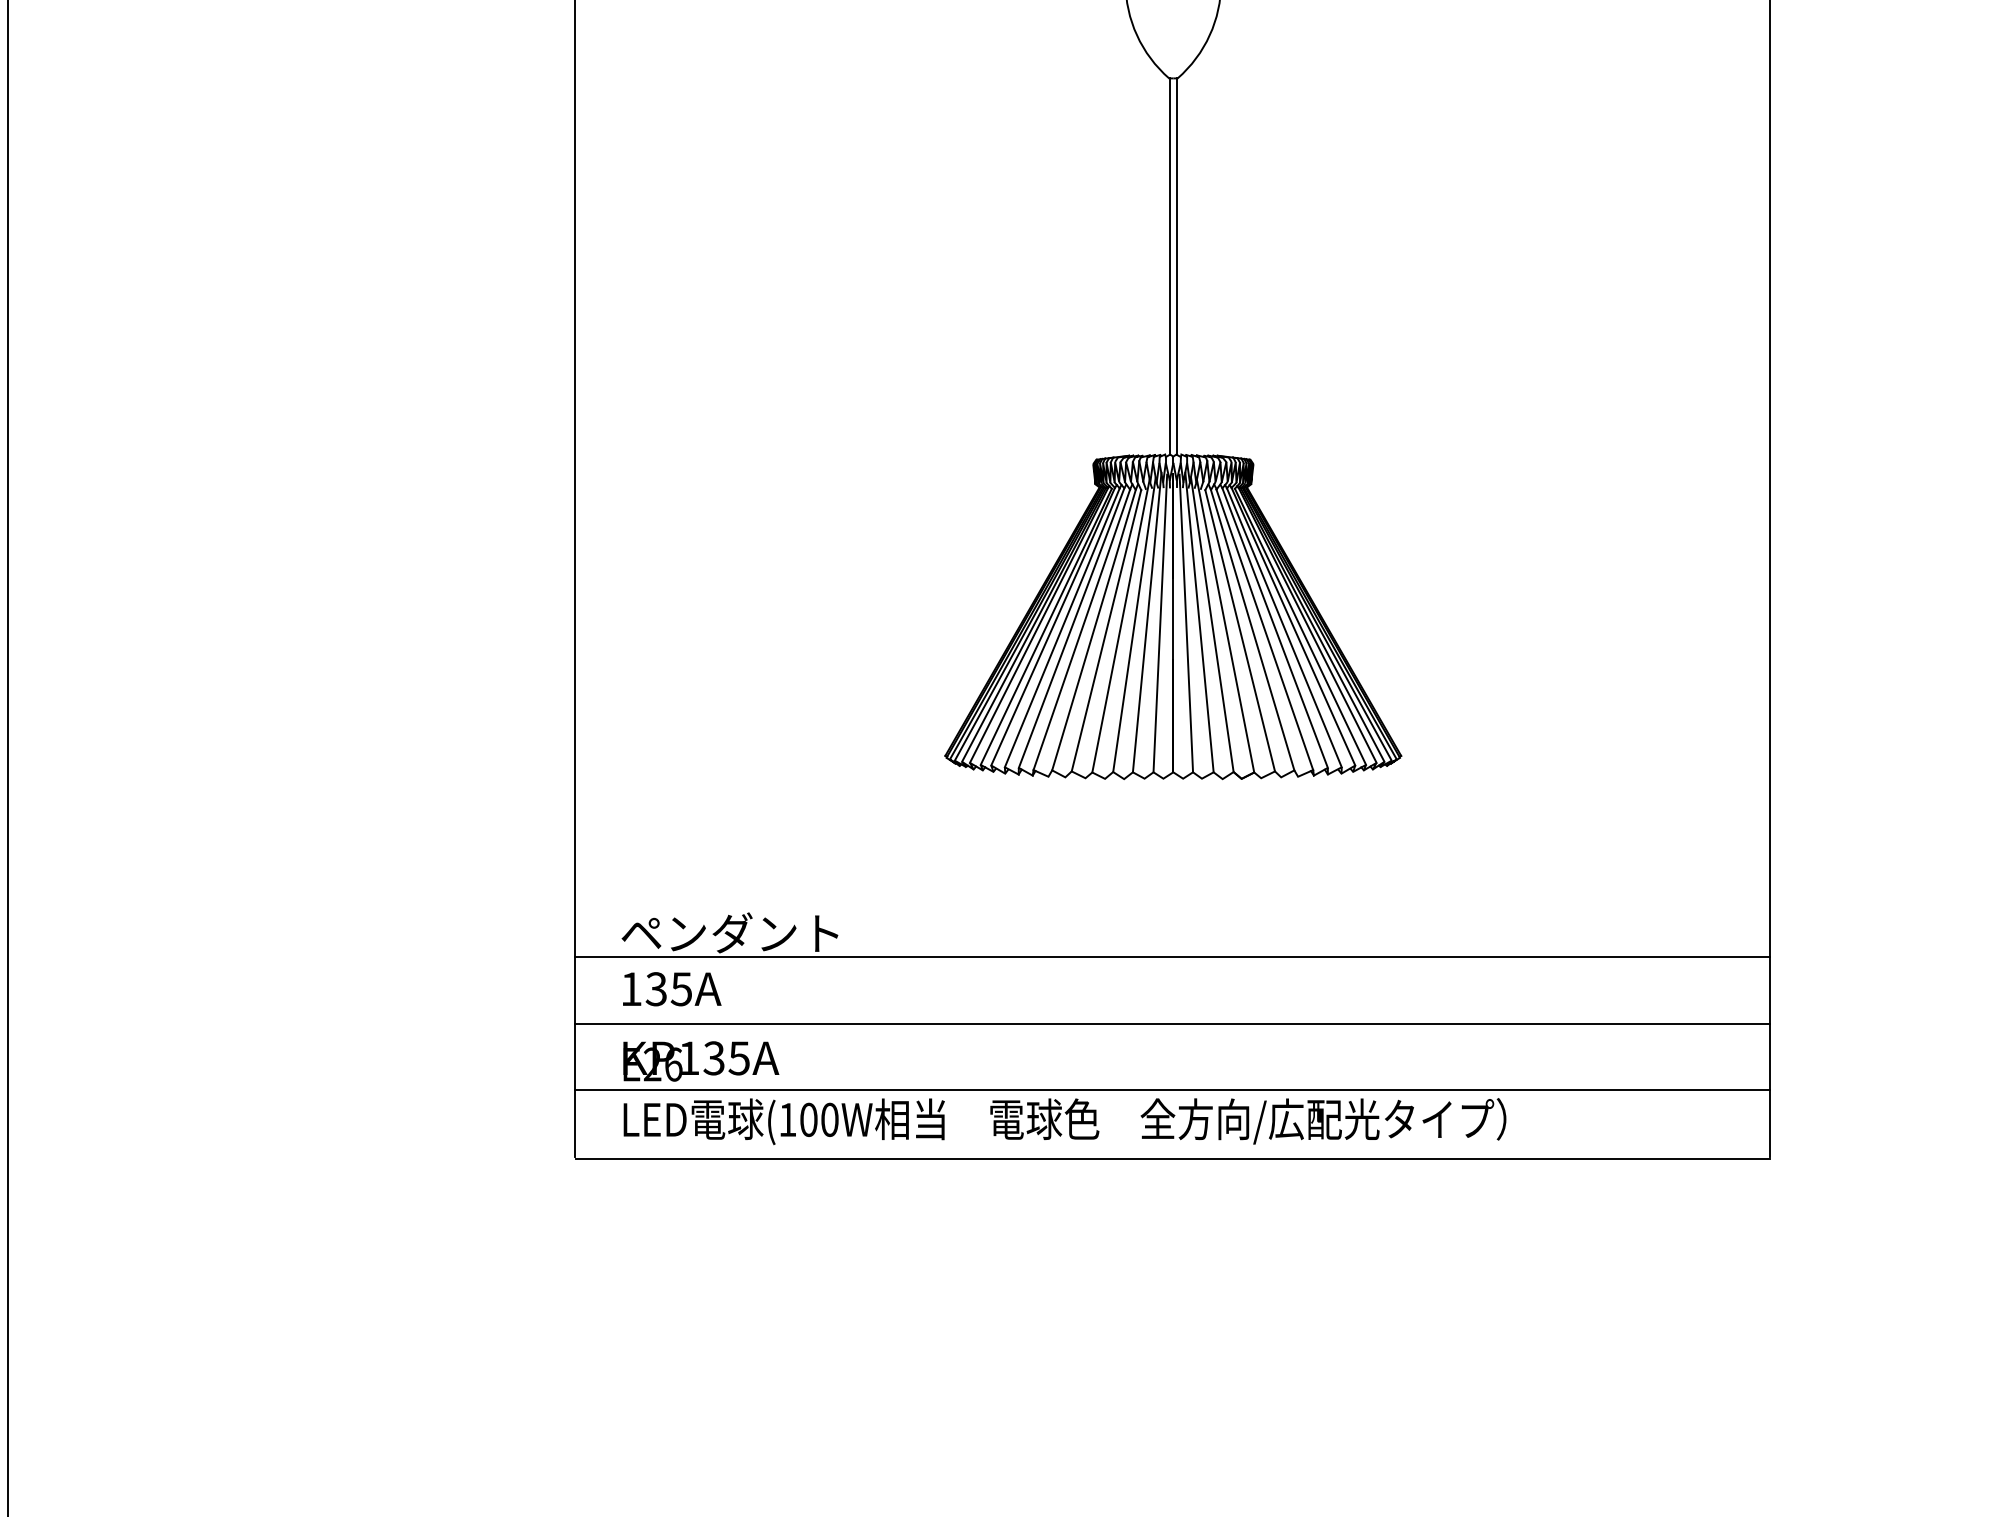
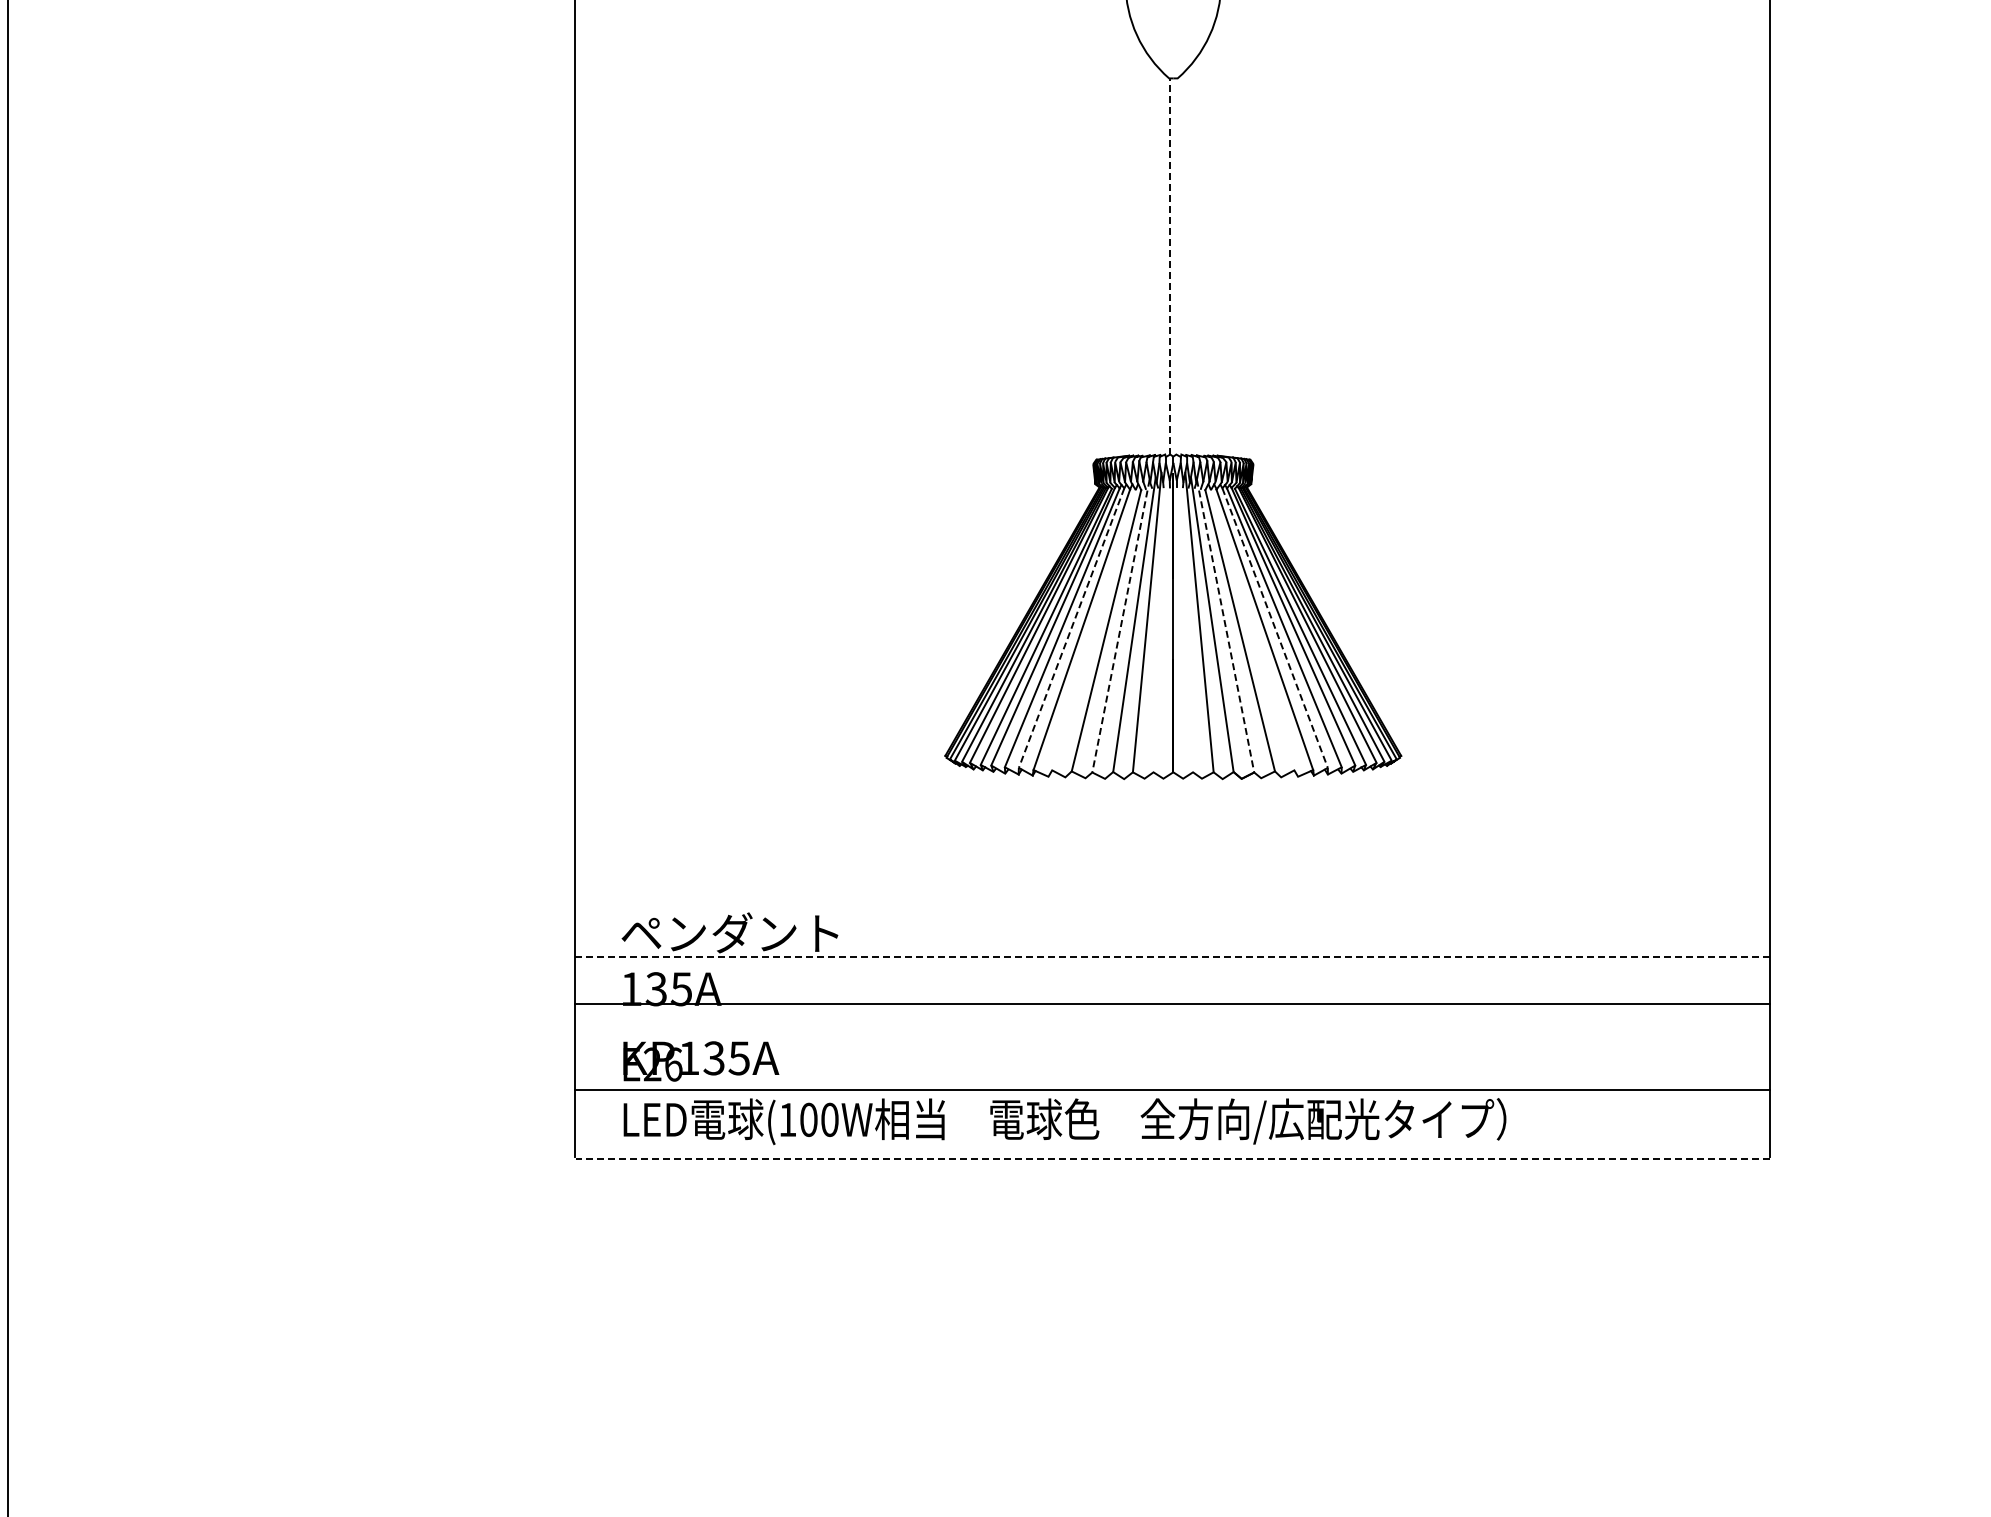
line at (1170, 266): solid -> dashed
line at (1176, 266): present -> none
line at (1160, 623): present -> none
line at (1186, 623): present -> none
line at (1120, 626): solid -> dashed
line at (1225, 626): solid -> dashed
line at (1071, 628): solid -> dashed
line at (1275, 628): solid -> dashed
line at (1093, 630): present -> none
line at (1252, 630): present -> none
line at (1172, 957): solid -> dashed
line at (1172, 1023) position: (1172, 1023) -> (1172, 1003)
line at (1172, 1158): solid -> dashed
